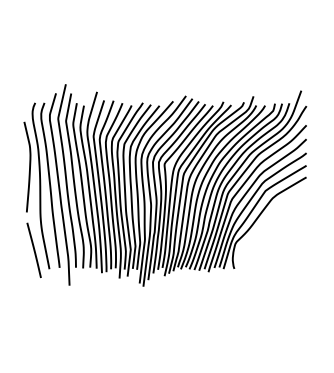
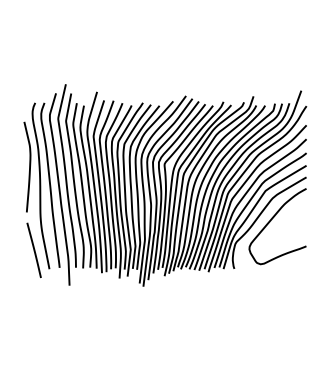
curve at (270, 222): none -> present
